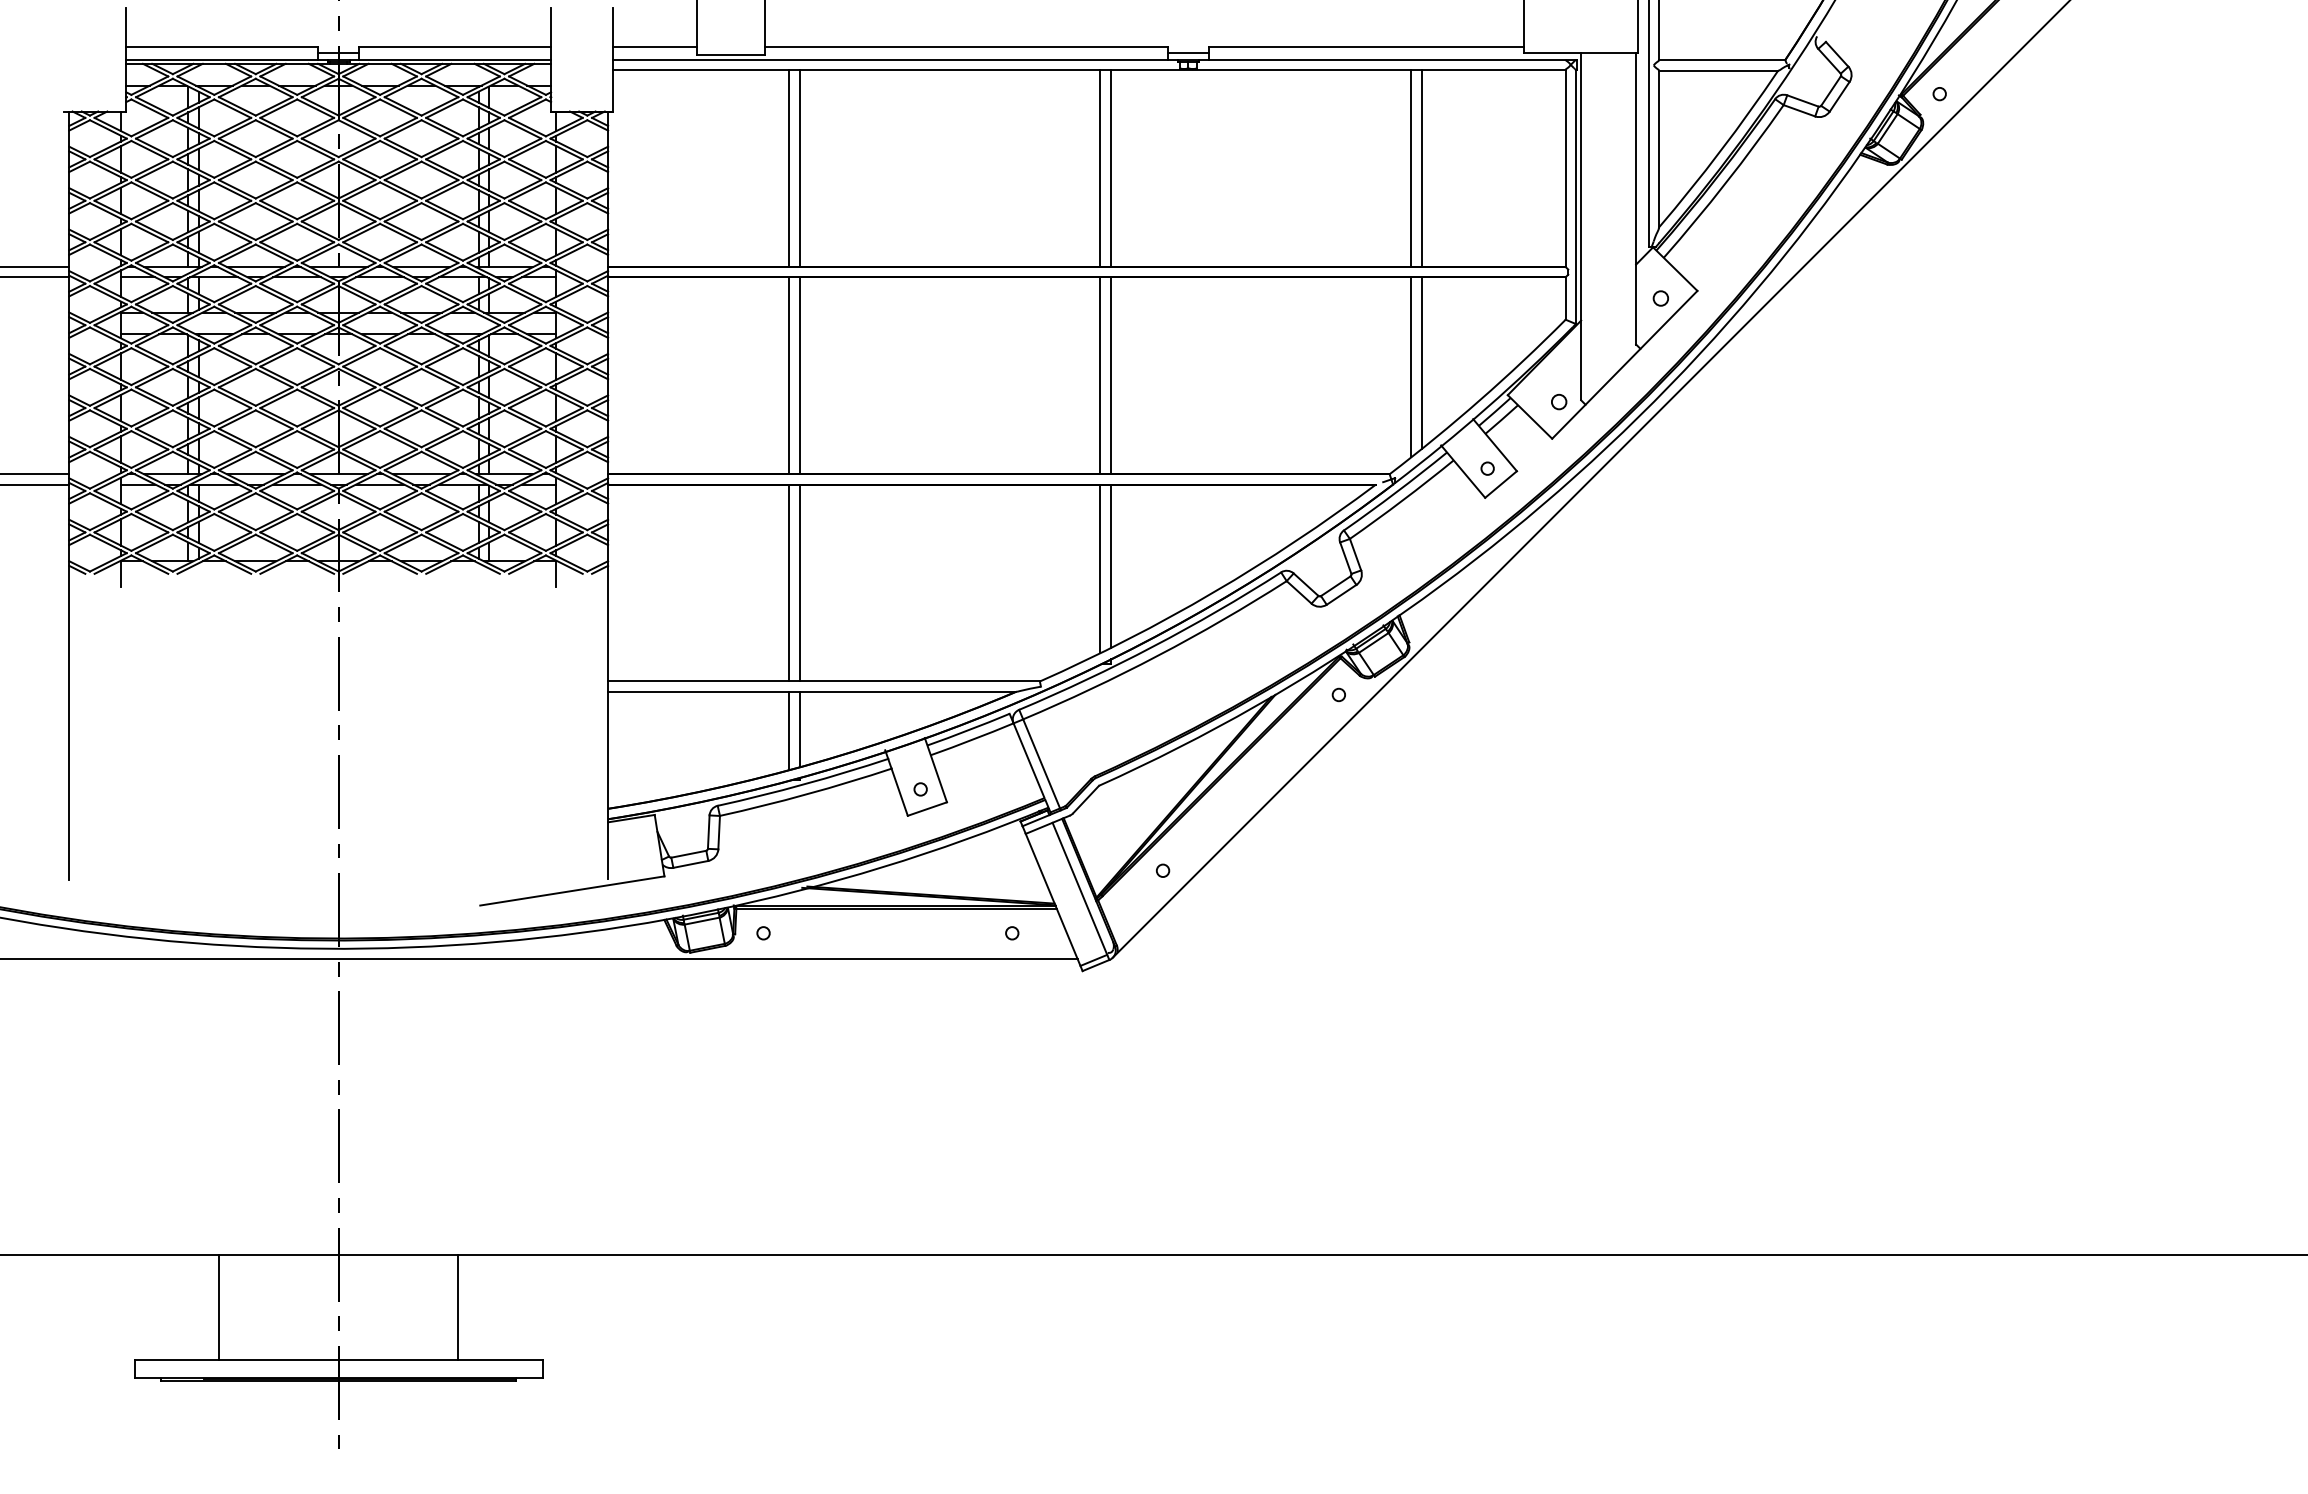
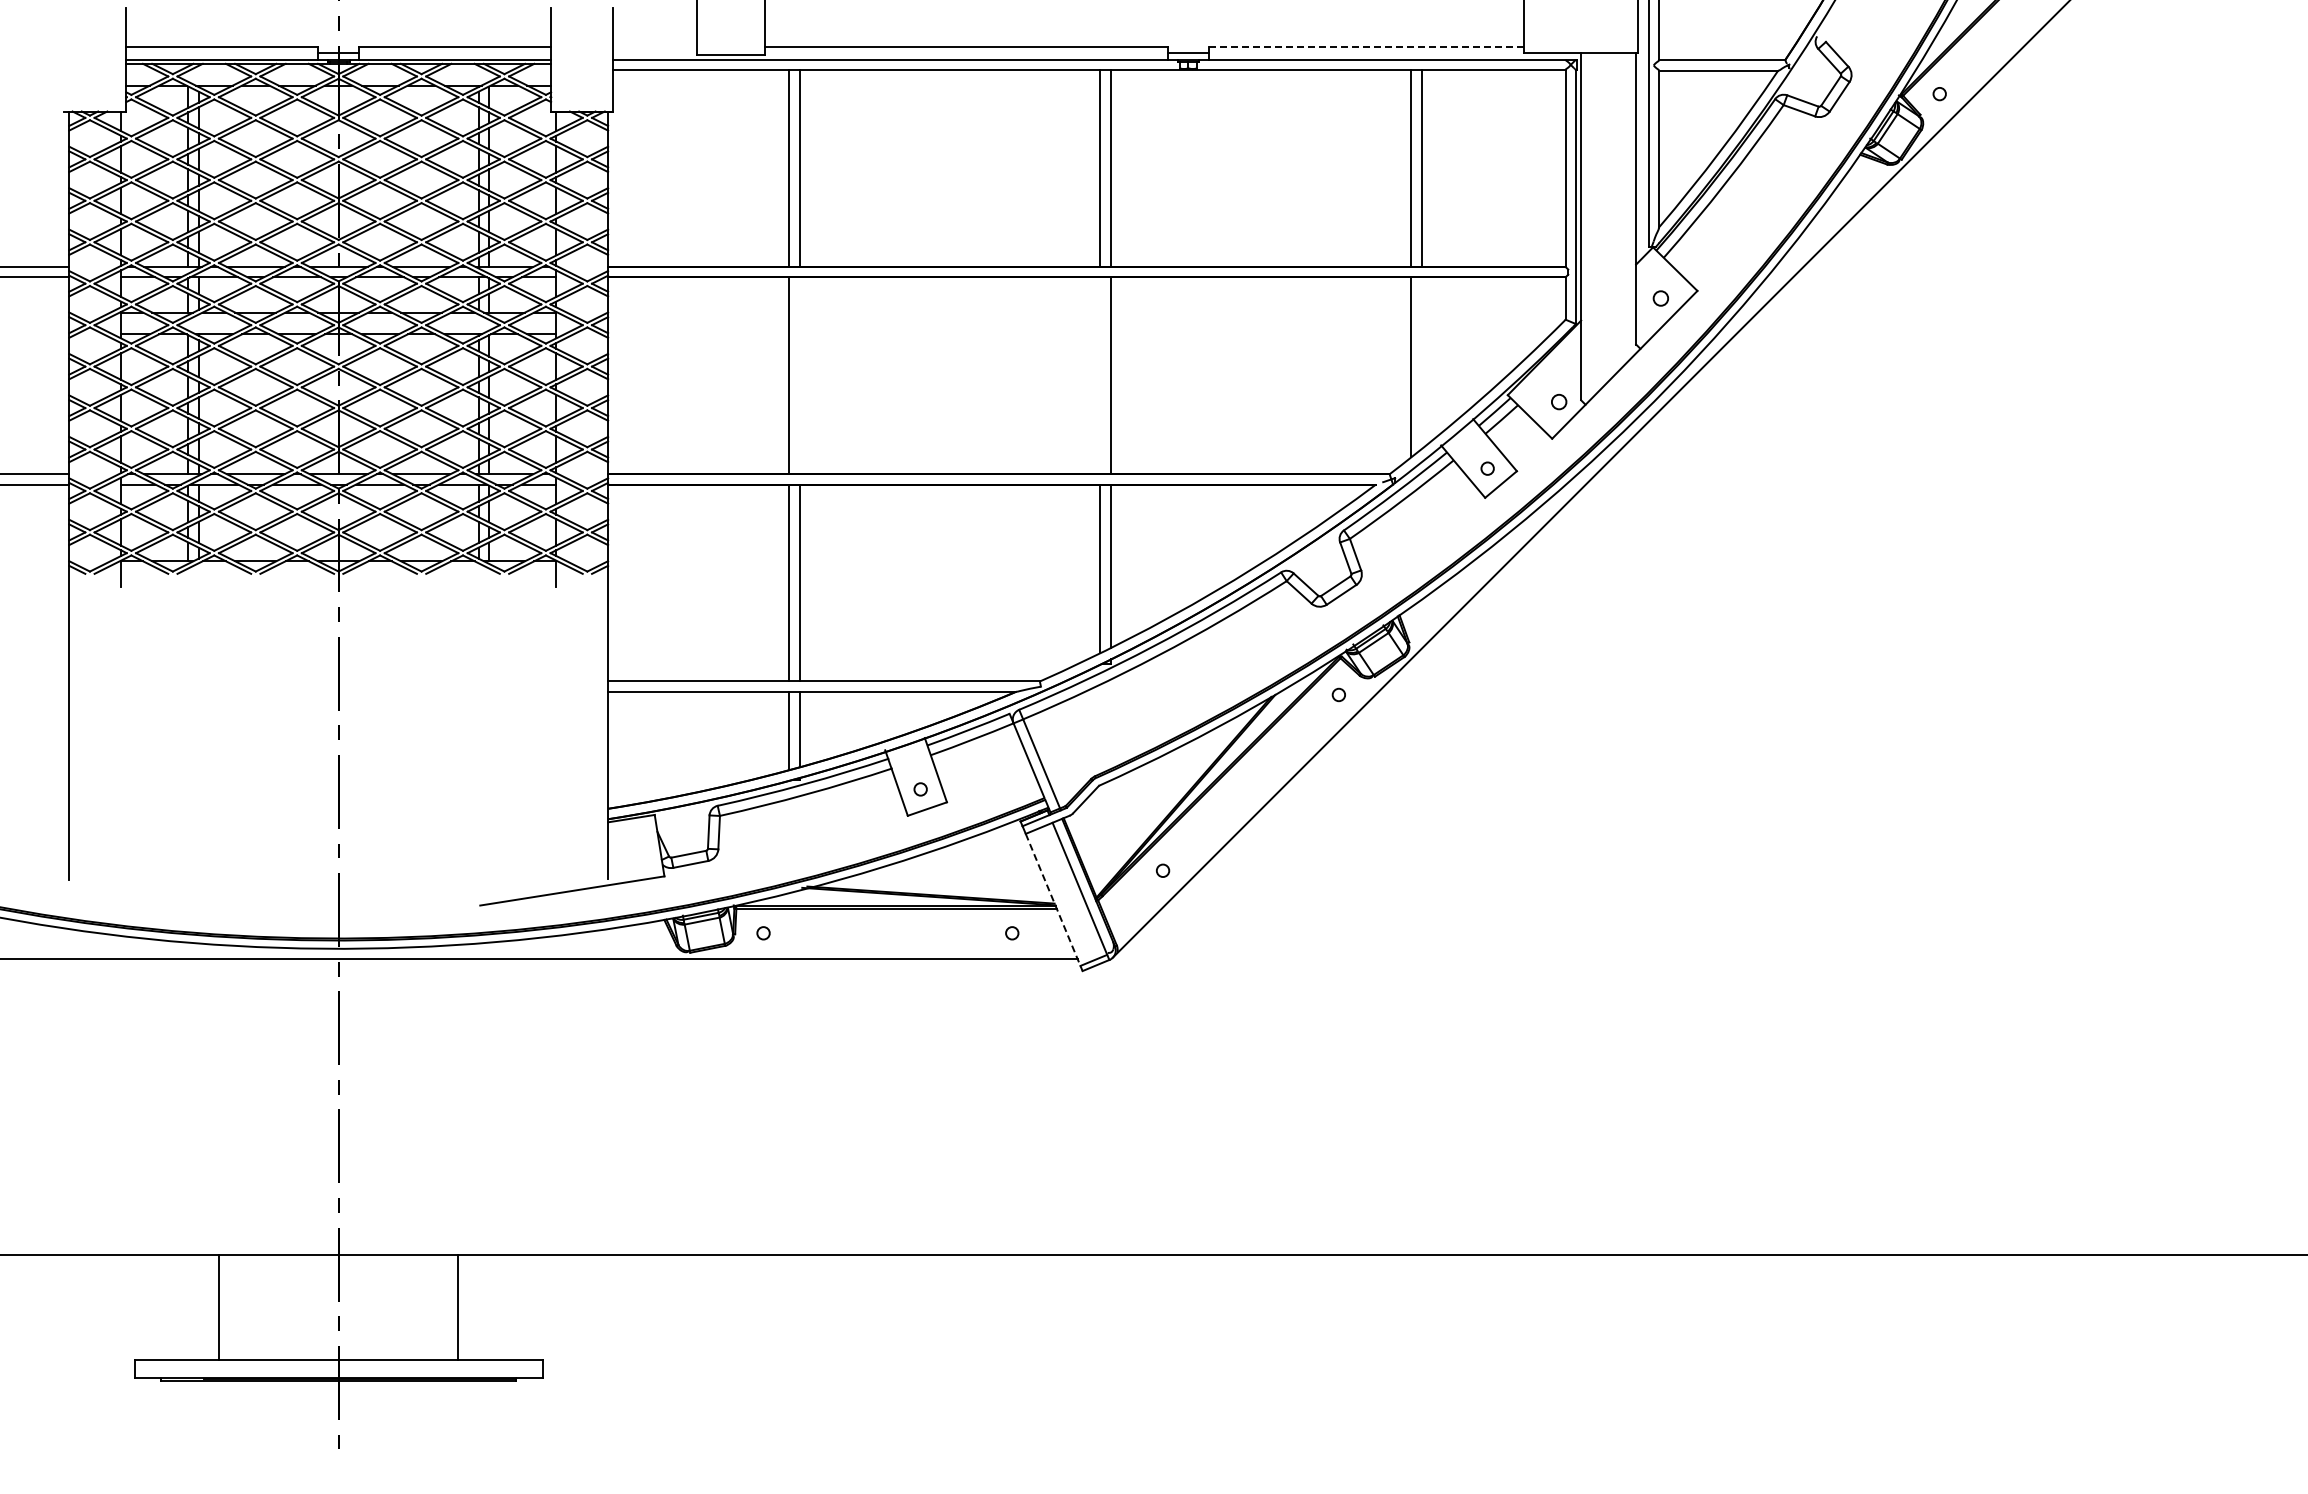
line at (655, 47): present -> none
line at (1366, 47): solid -> dashed
line at (1421, 362): present -> none
line at (799, 375): present -> none
line at (1100, 375): present -> none
line at (1054, 902): solid -> dashed
